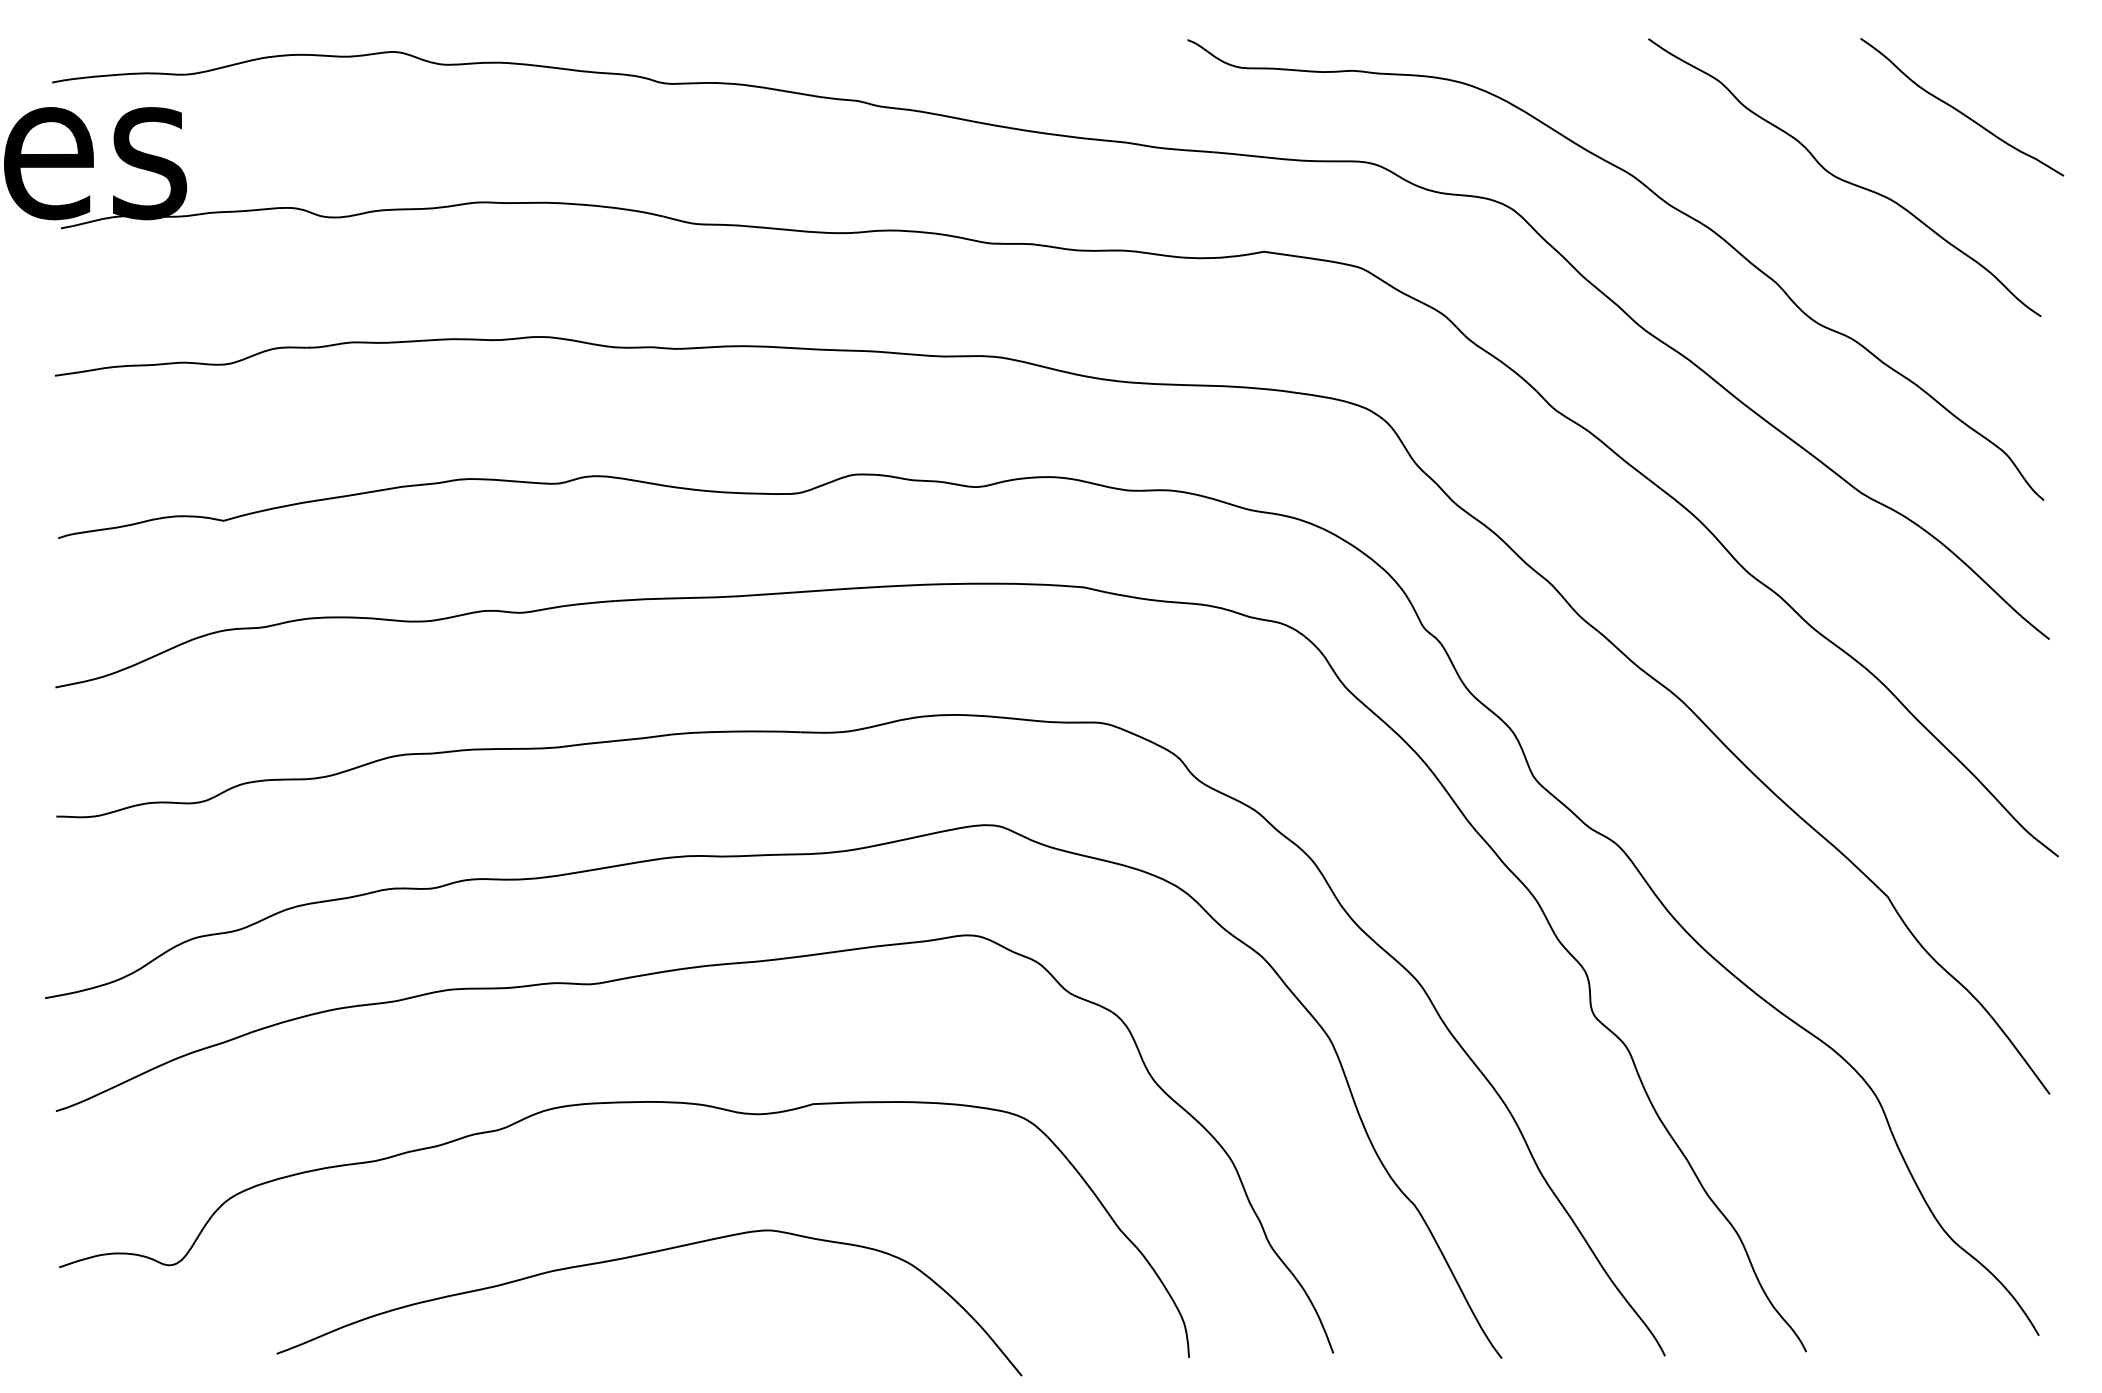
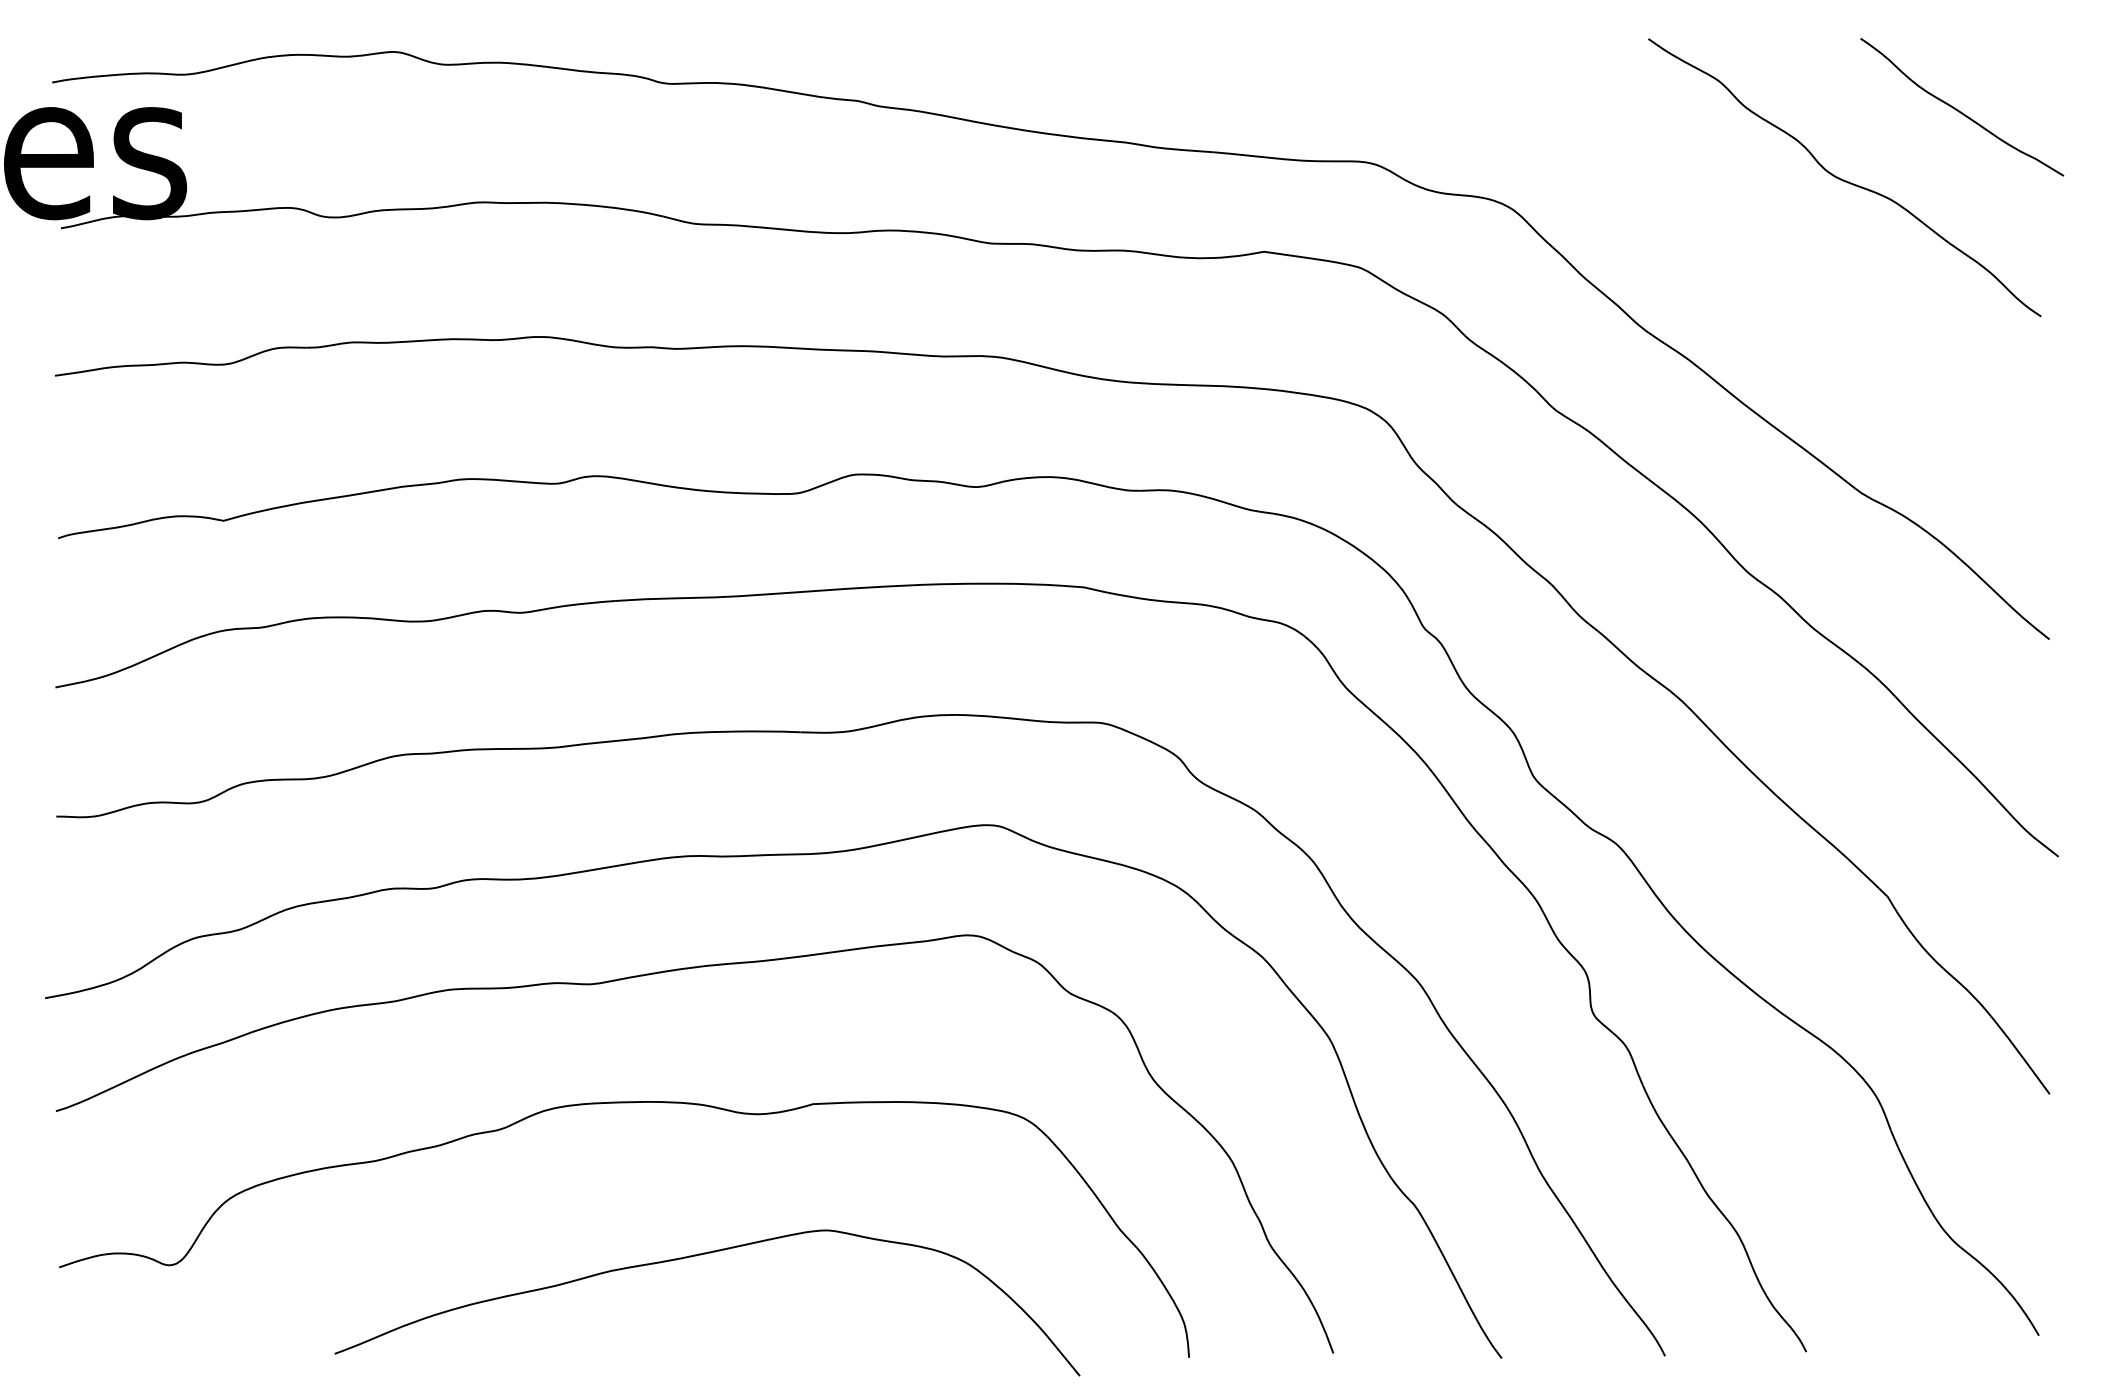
part at (1665, 203): present -> none
curve at (638, 1256) position: (638, 1256) -> (696, 1256)
